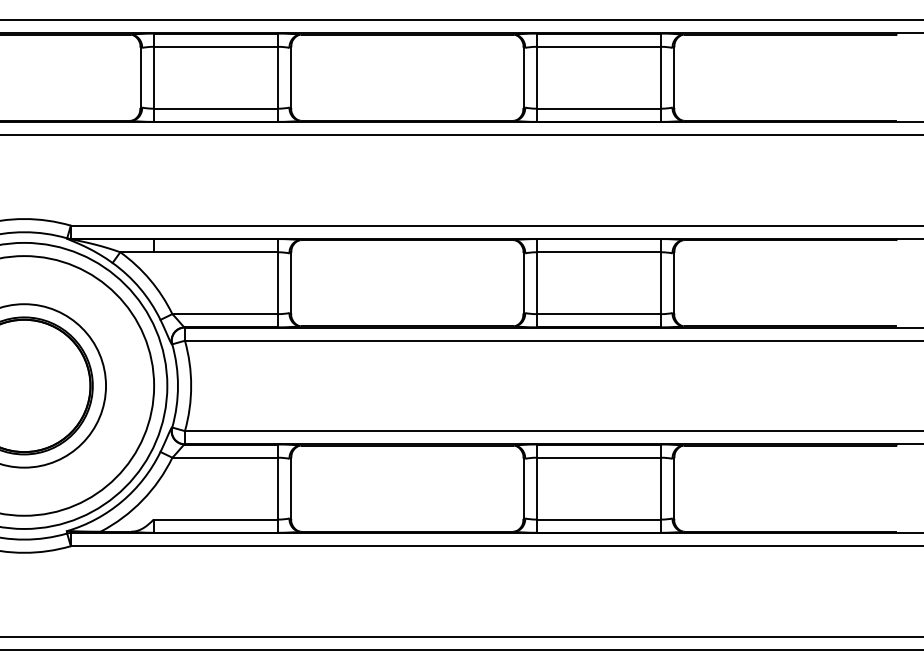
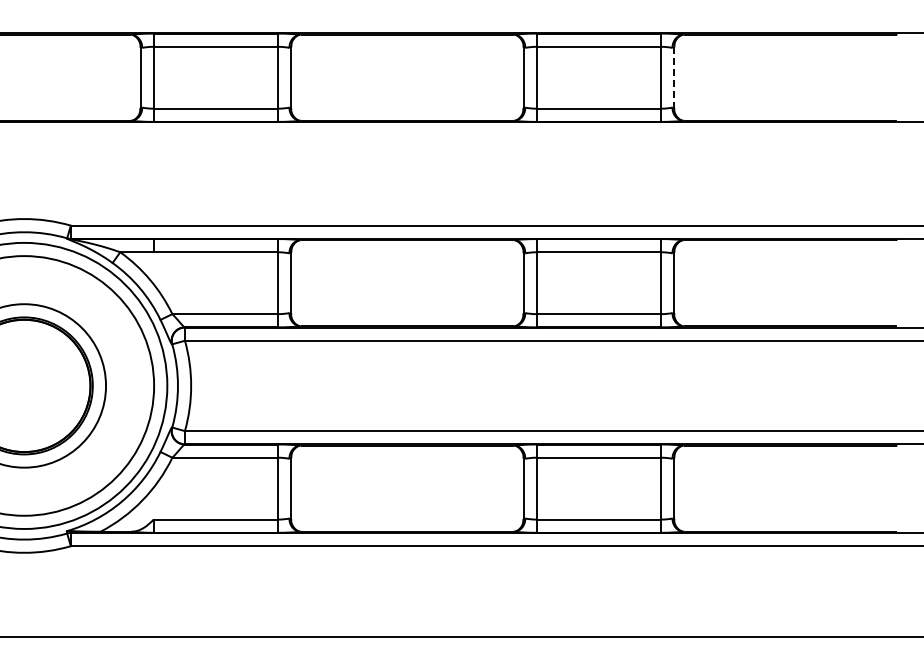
line at (461, 20): present -> none
line at (674, 77): solid -> dashed
line at (461, 135): present -> none
line at (461, 649): present -> none
